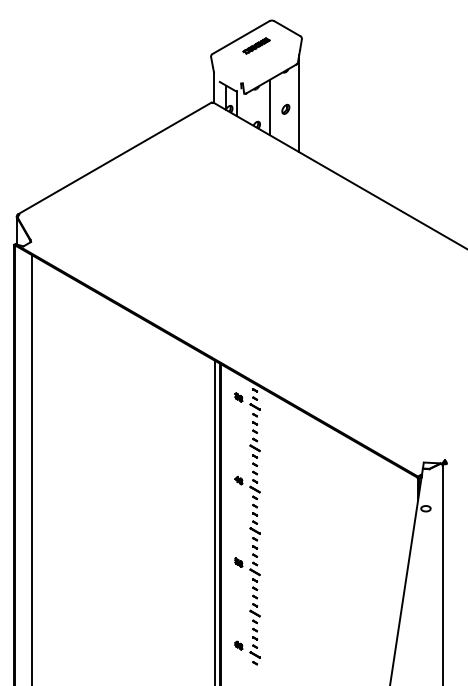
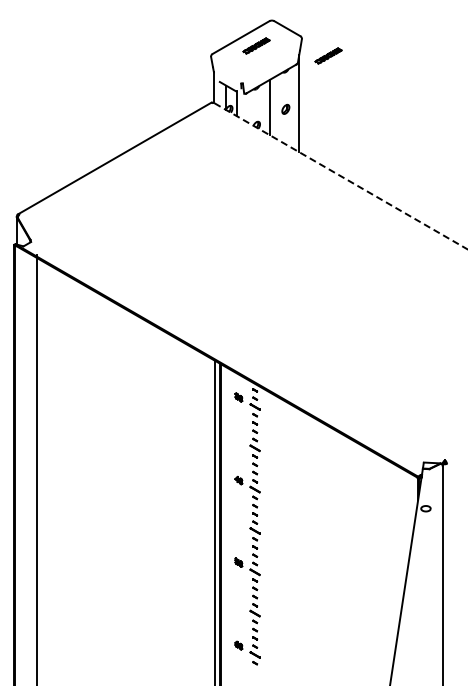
part at (328, 55): none -> present
line at (340, 175): solid -> dashed
line at (31, 468) position: (31, 468) -> (36, 468)
